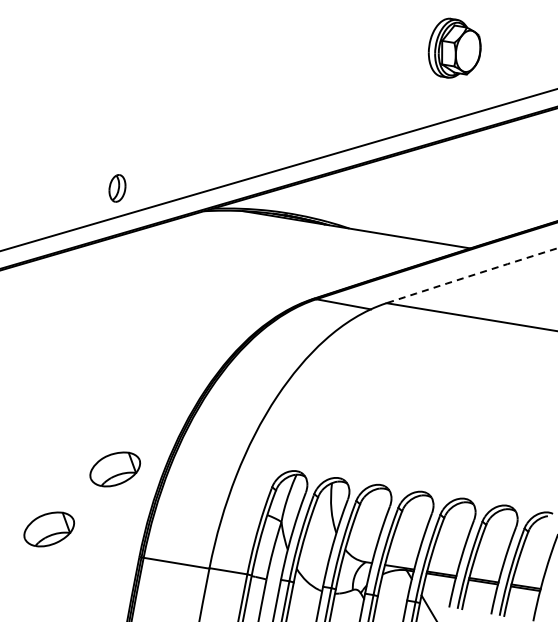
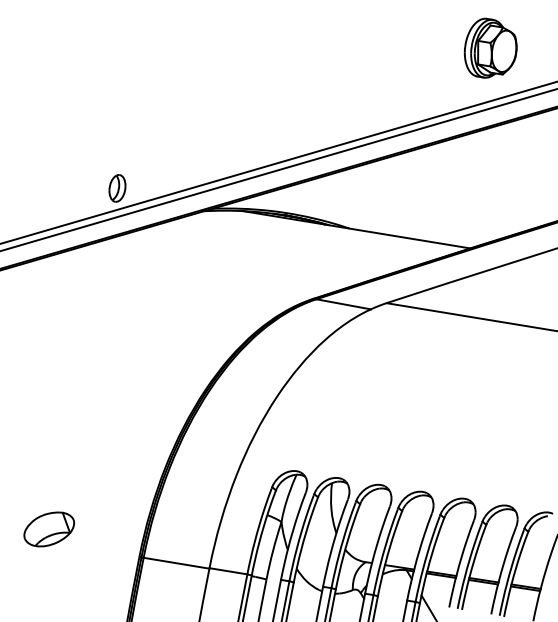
part at (454, 47) position: (454, 47) -> (490, 47)
line at (278, 162): none -> present
arc at (472, 275): dashed -> solid
part at (115, 469): present -> none
